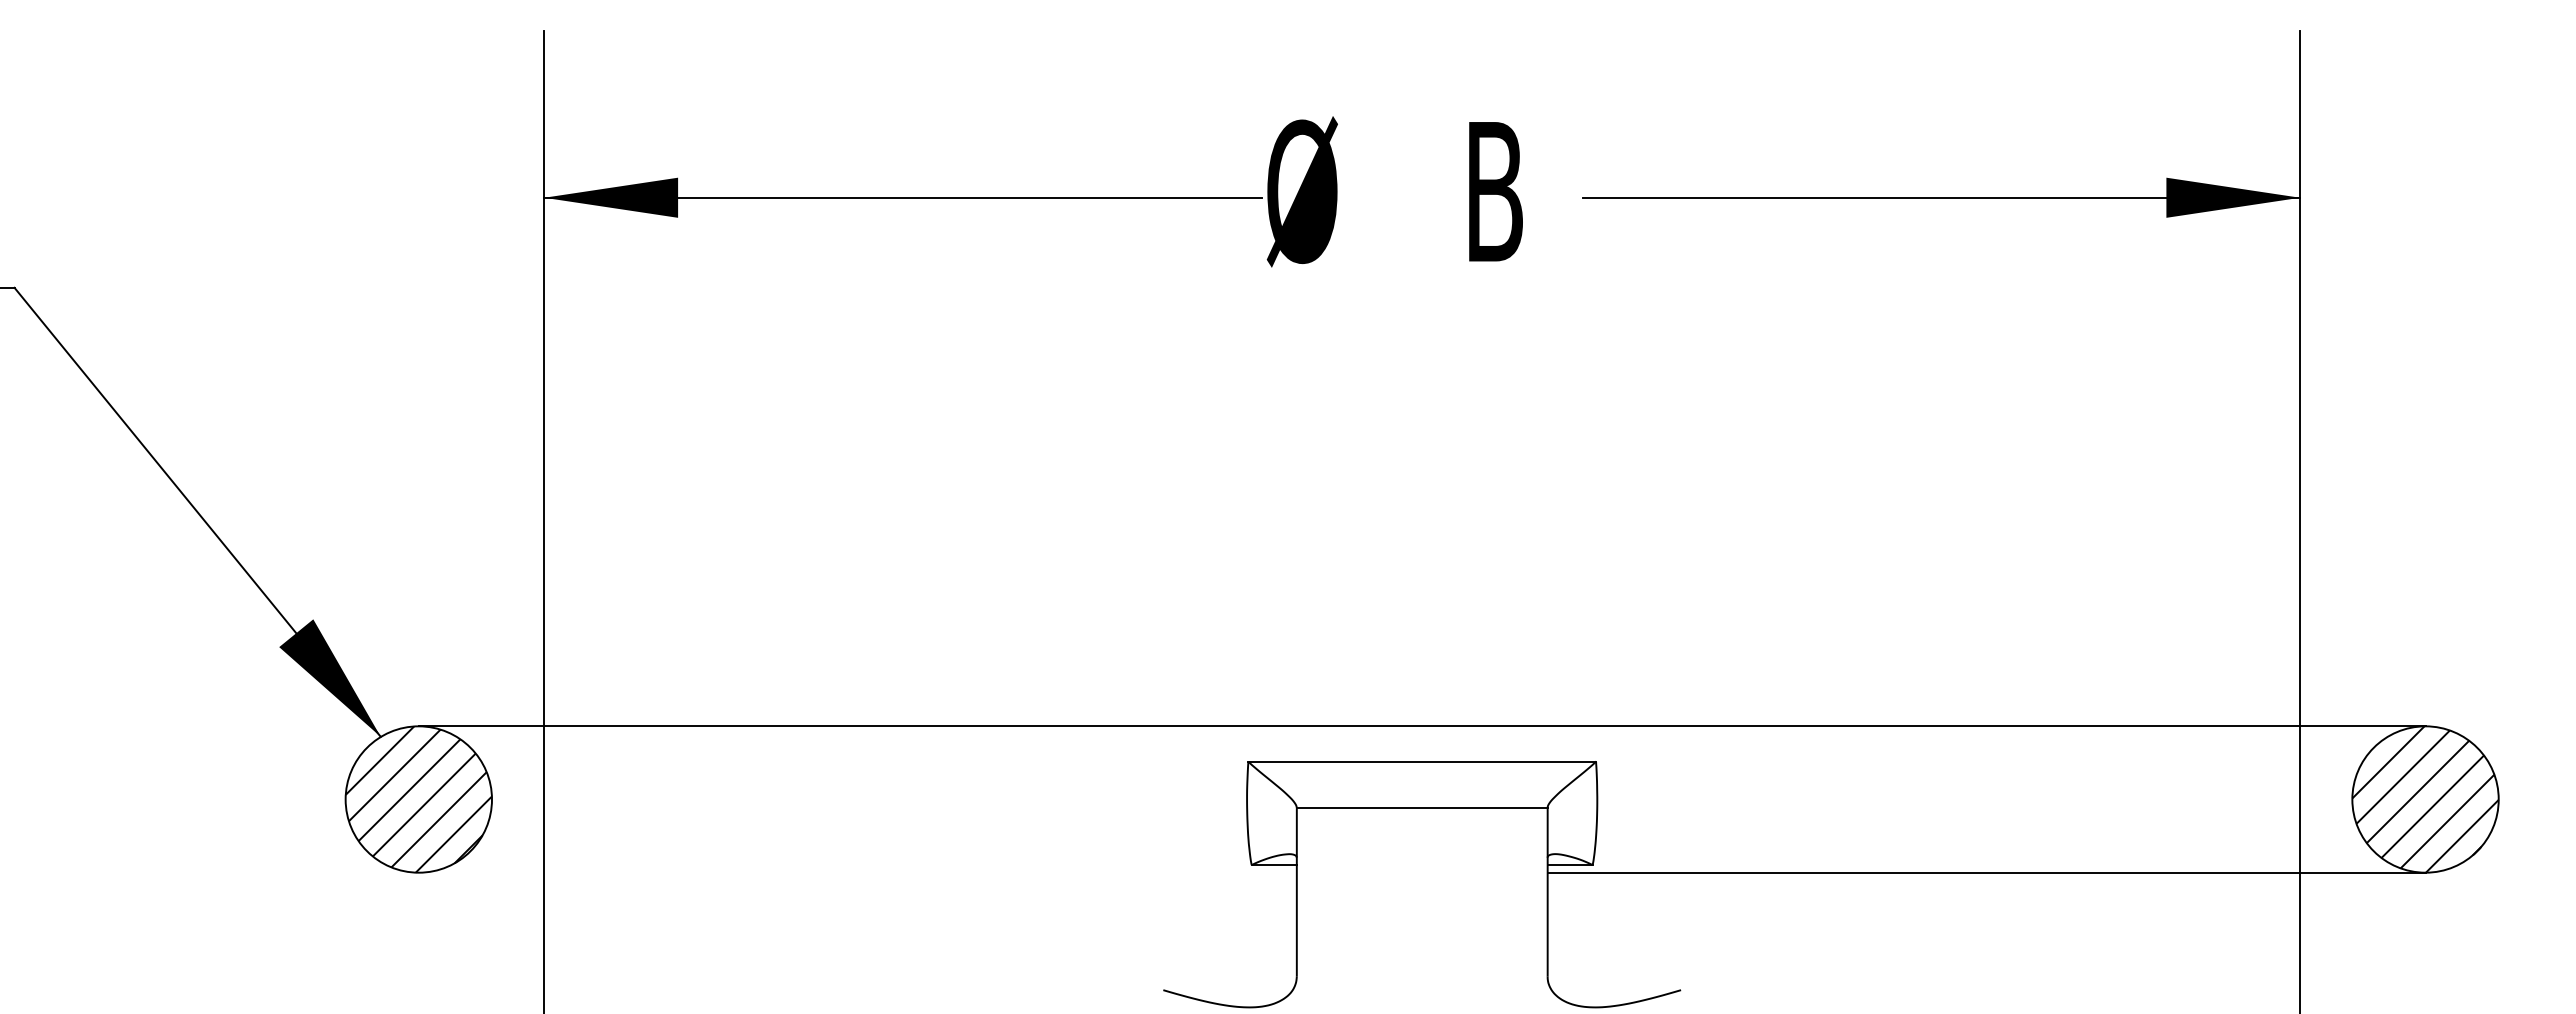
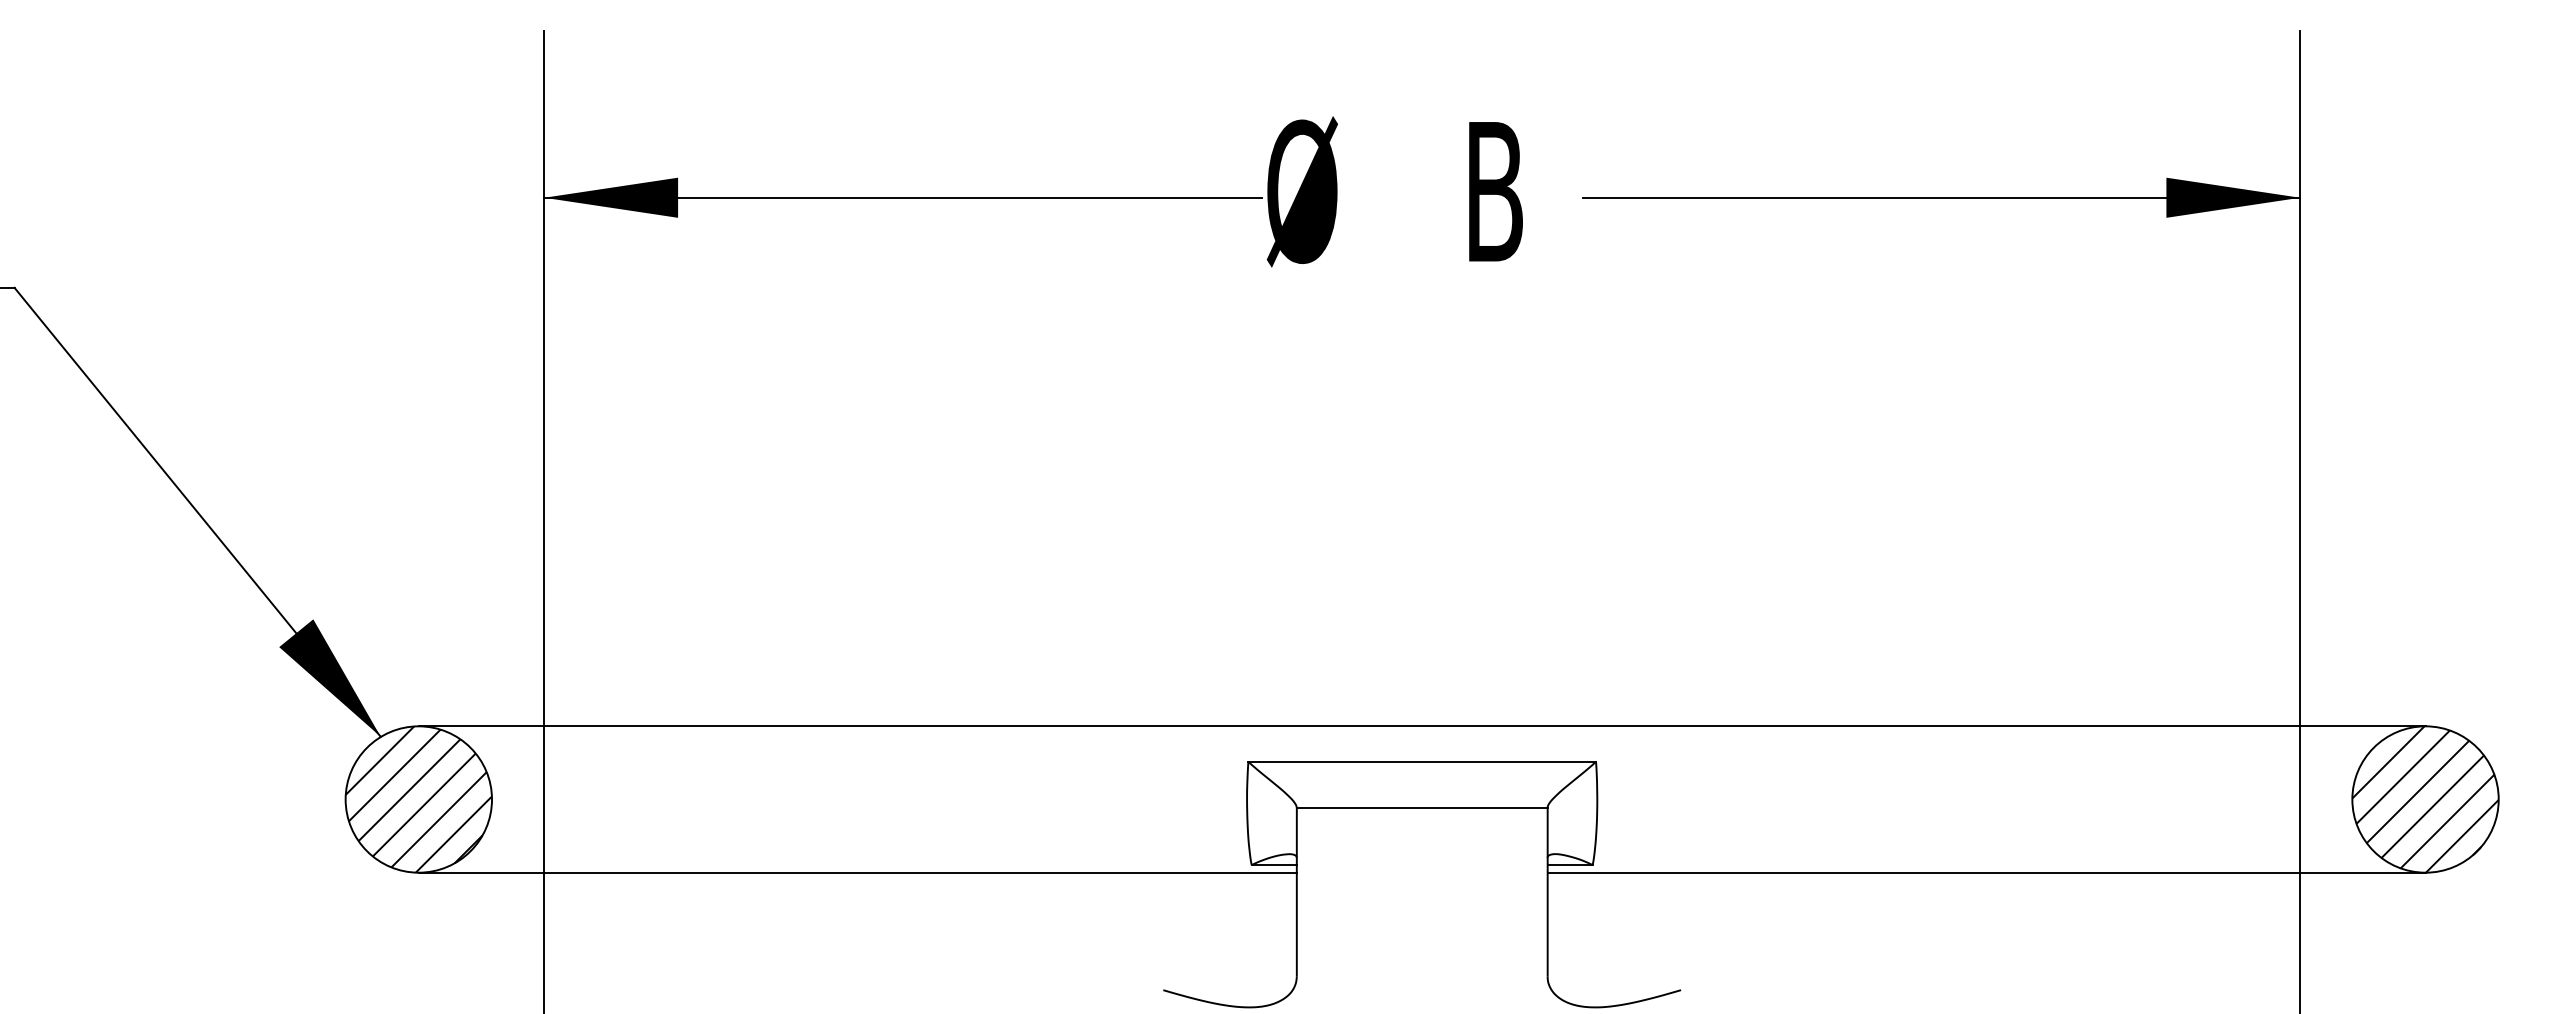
line at (857, 872): none -> present
